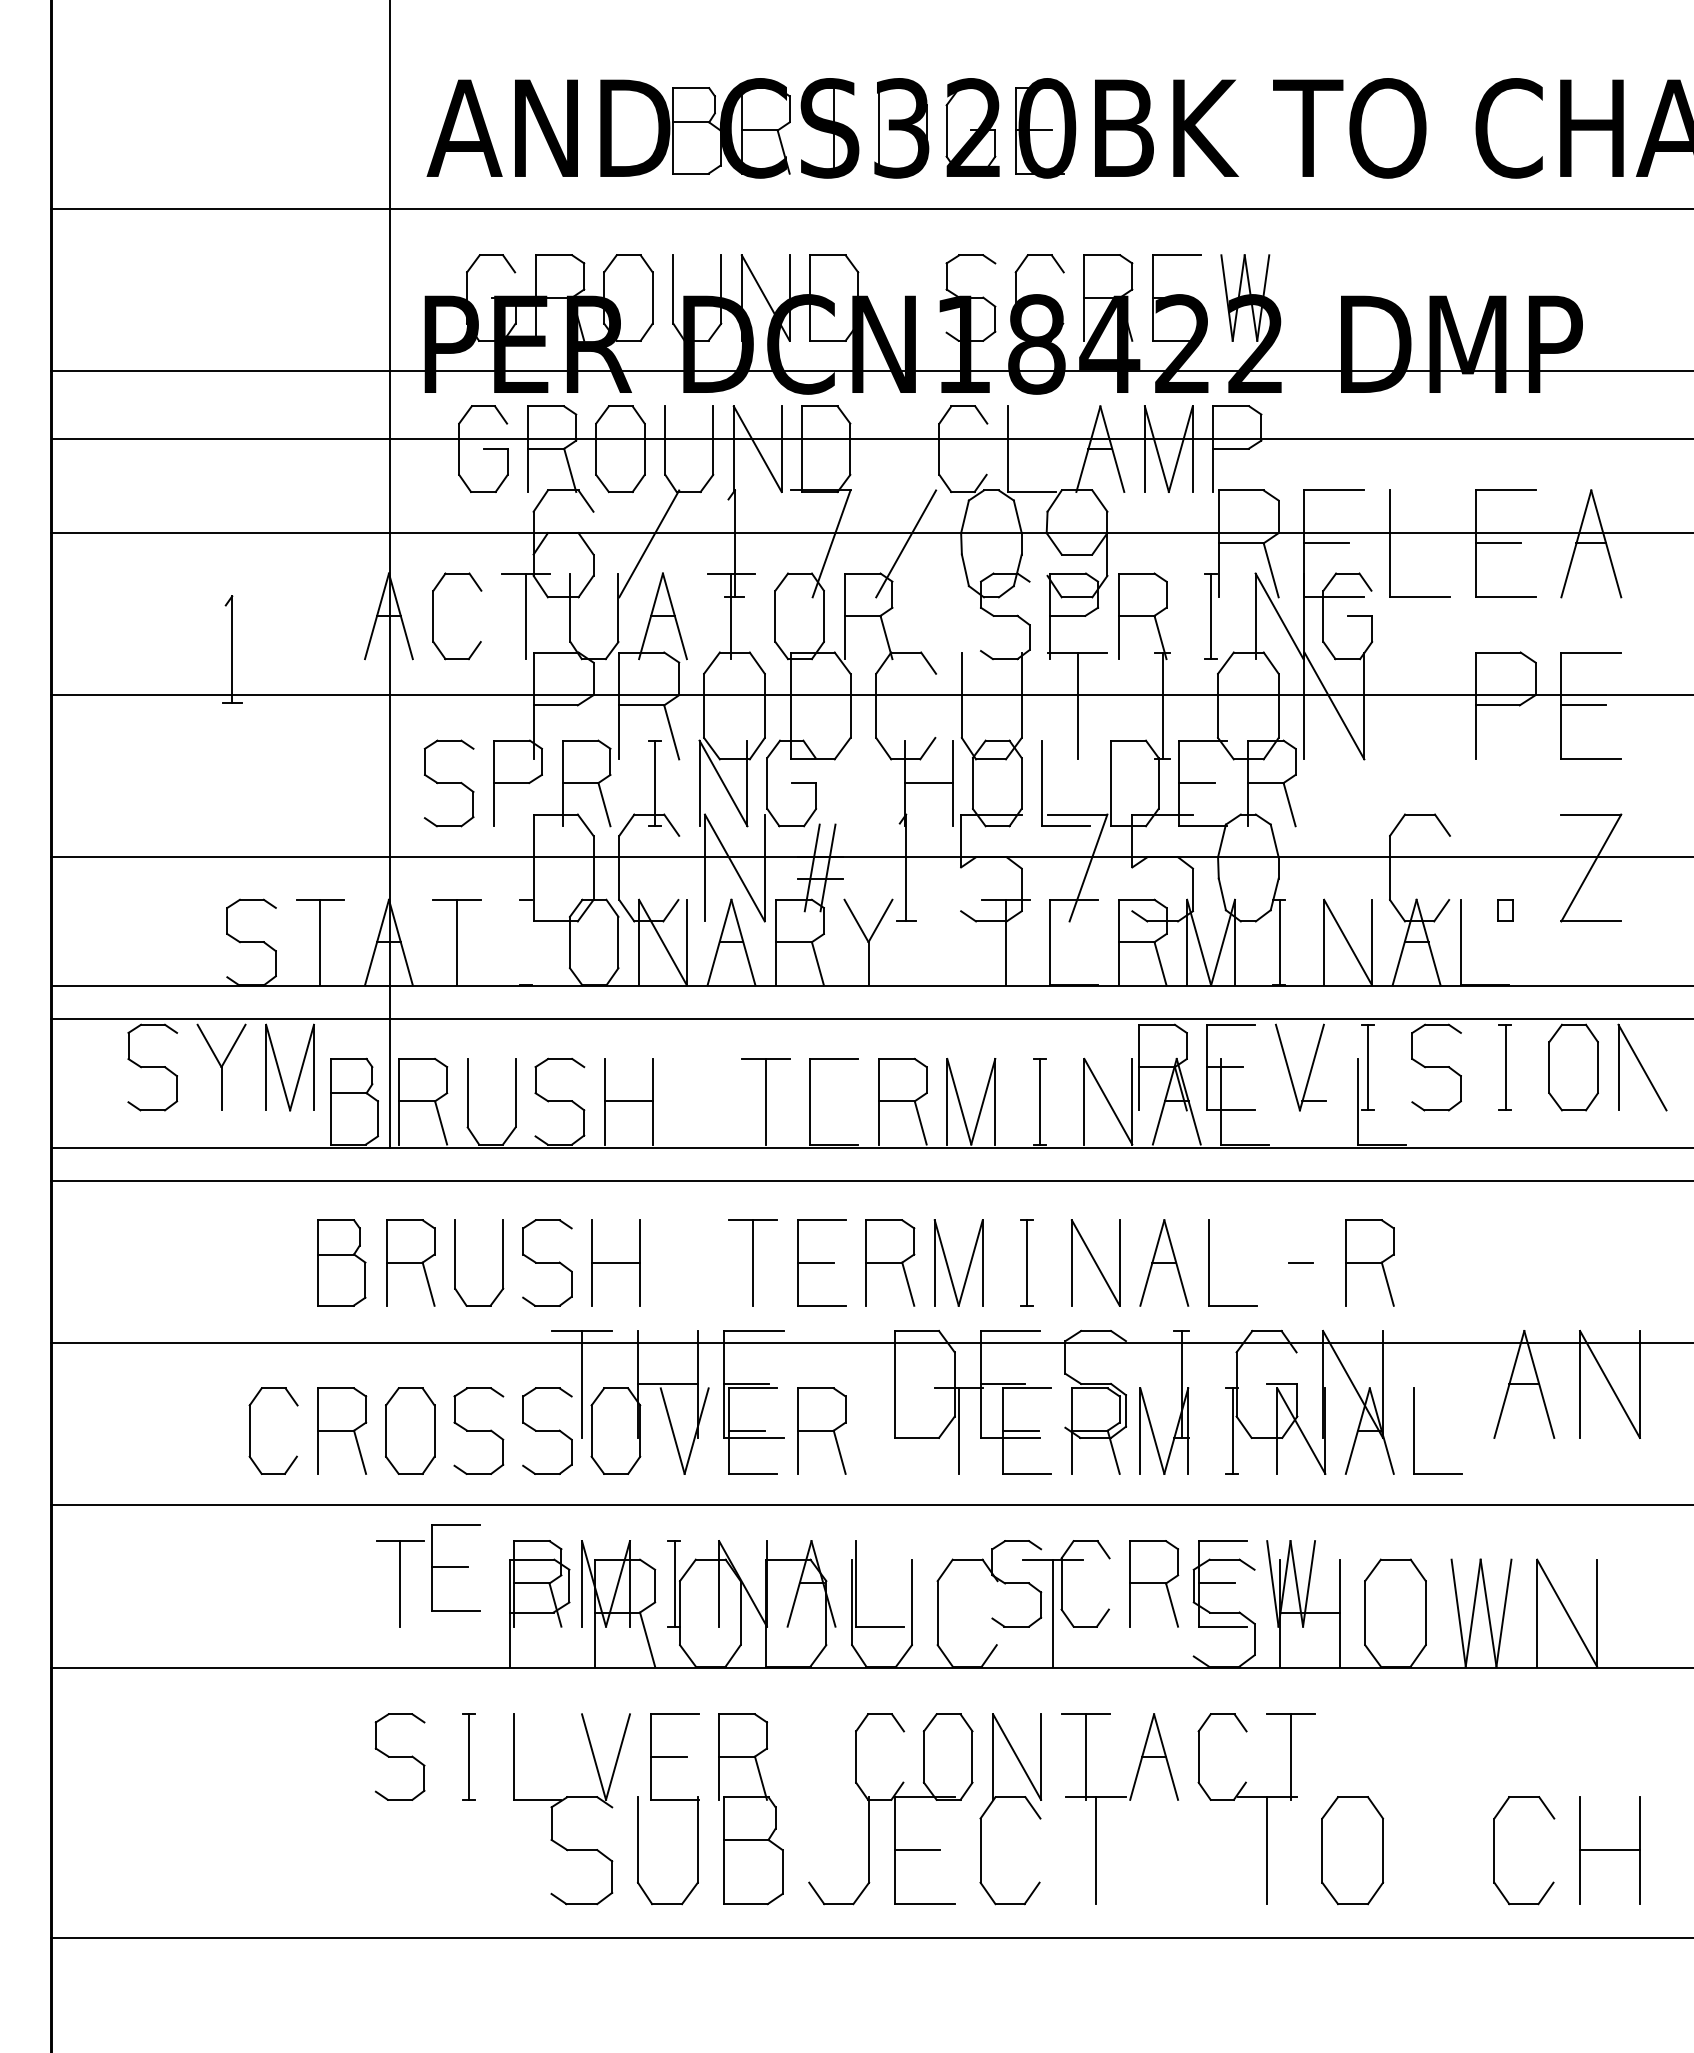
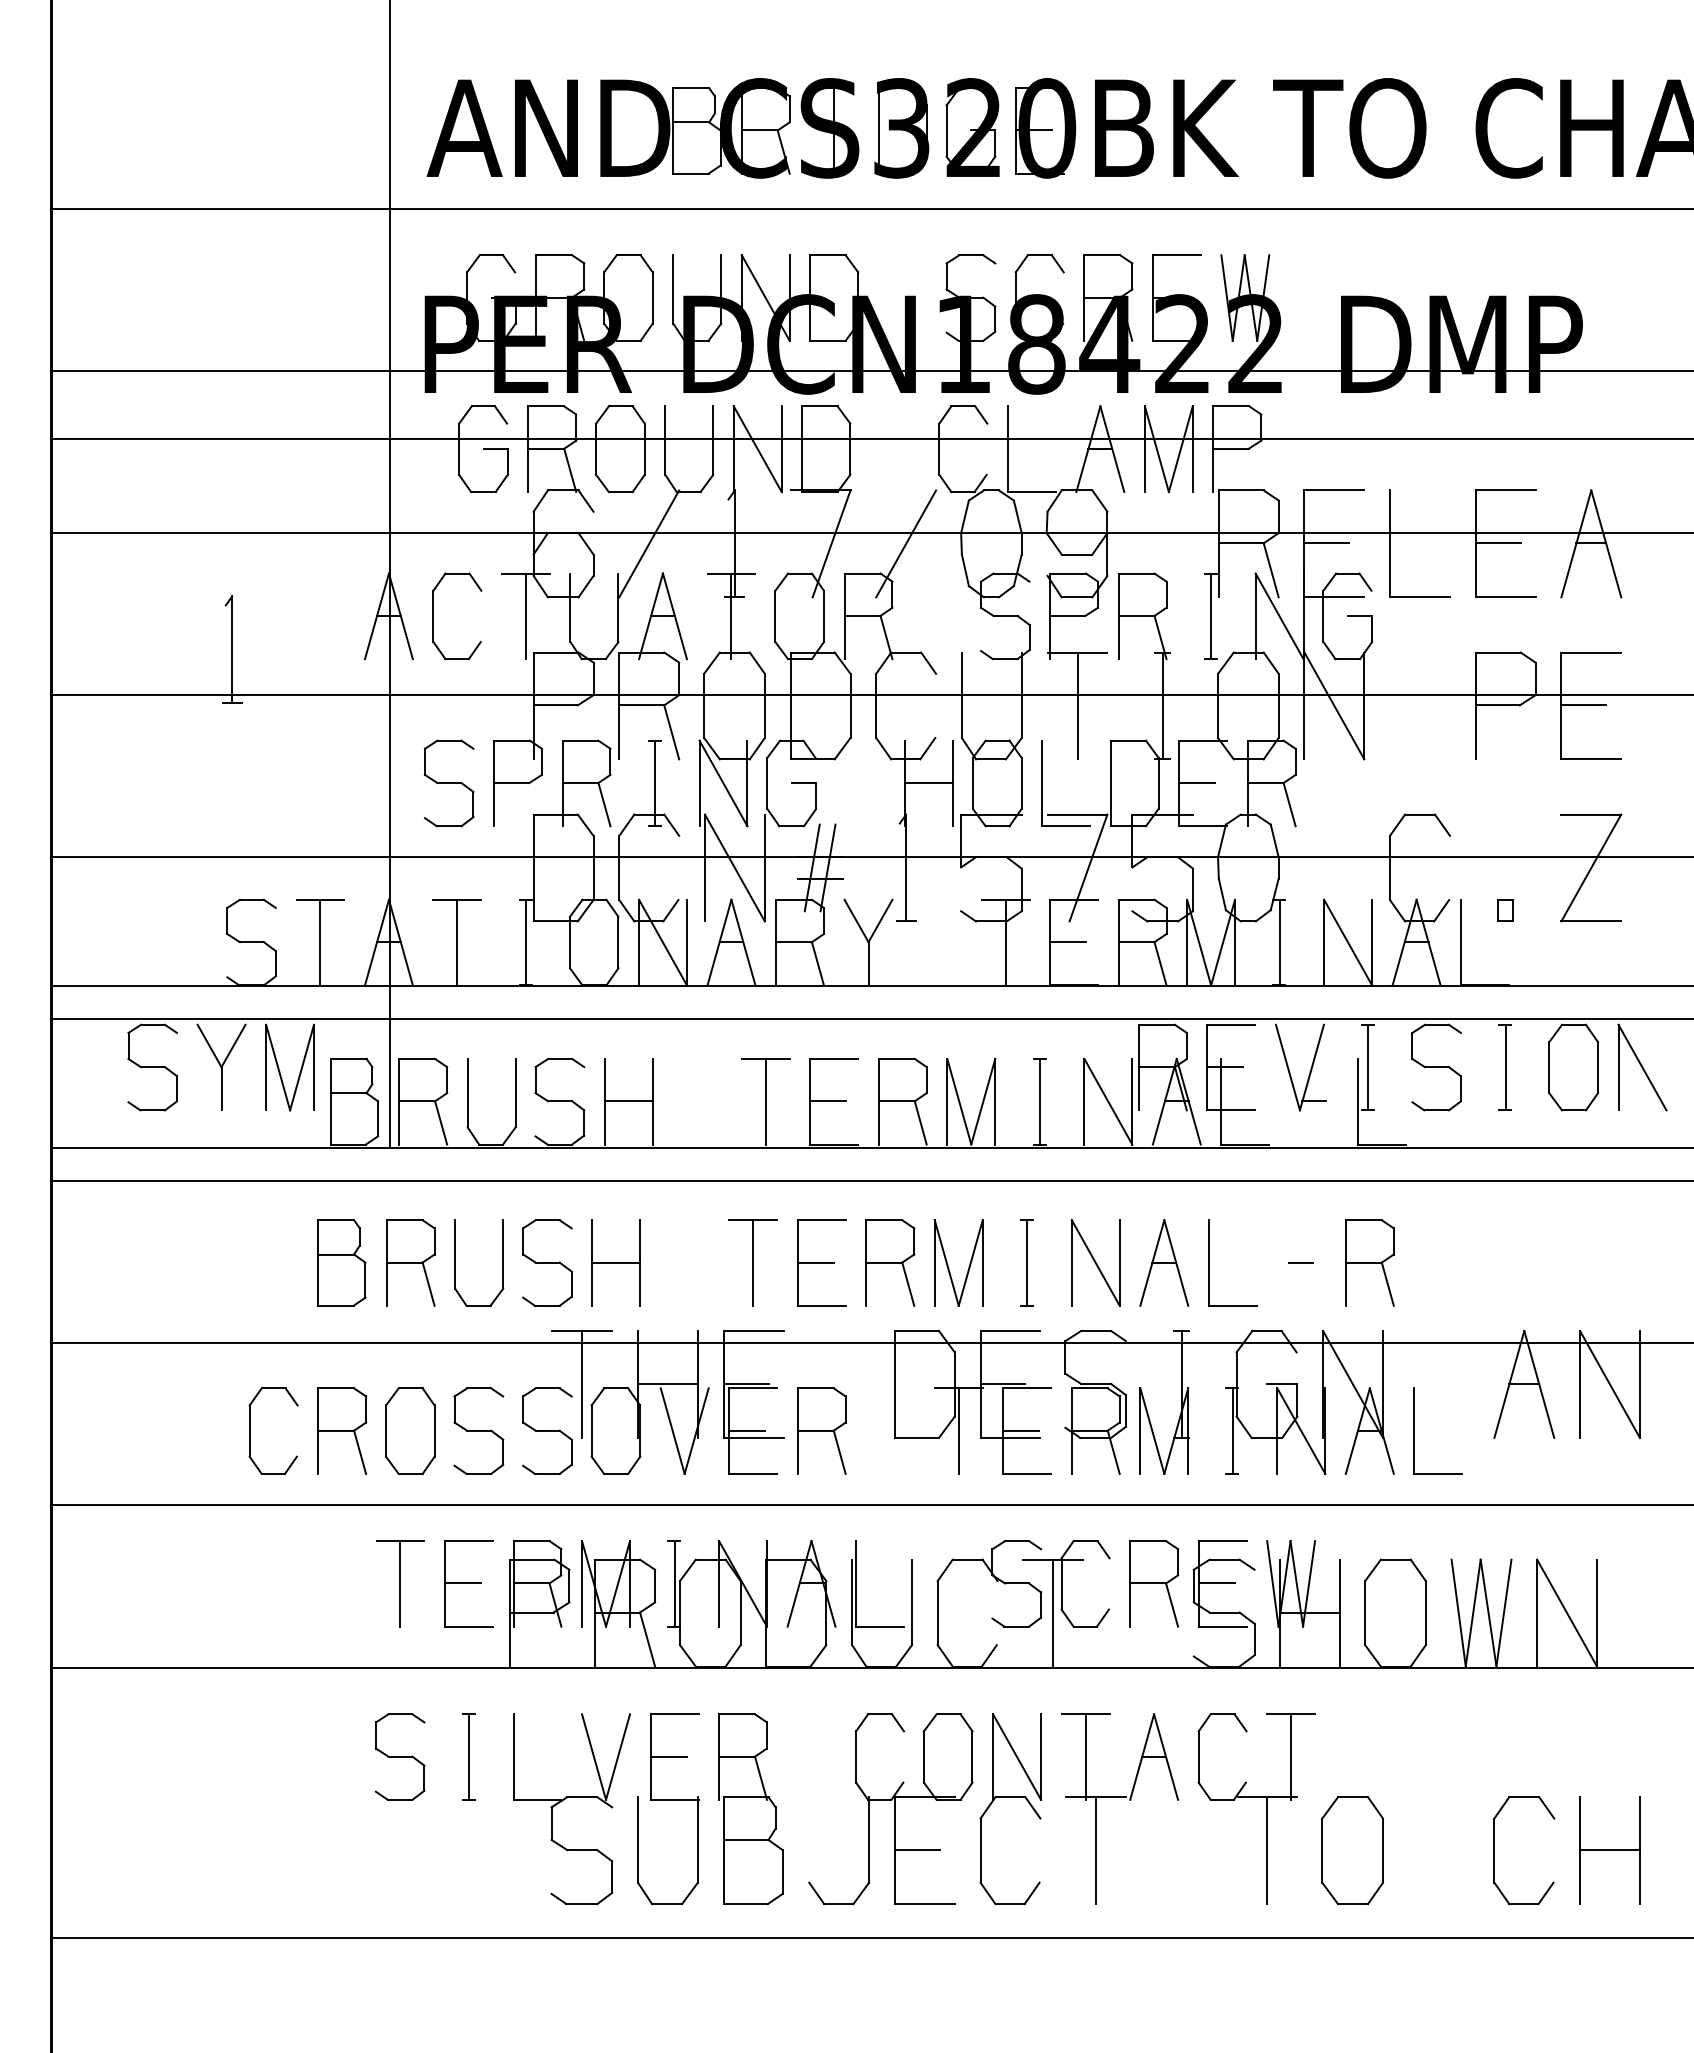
line at (525, 942): none -> present
line at (1068, 942): none -> present
line at (828, 1101): none -> present
part at (455, 1567) position: (455, 1567) -> (468, 1583)
